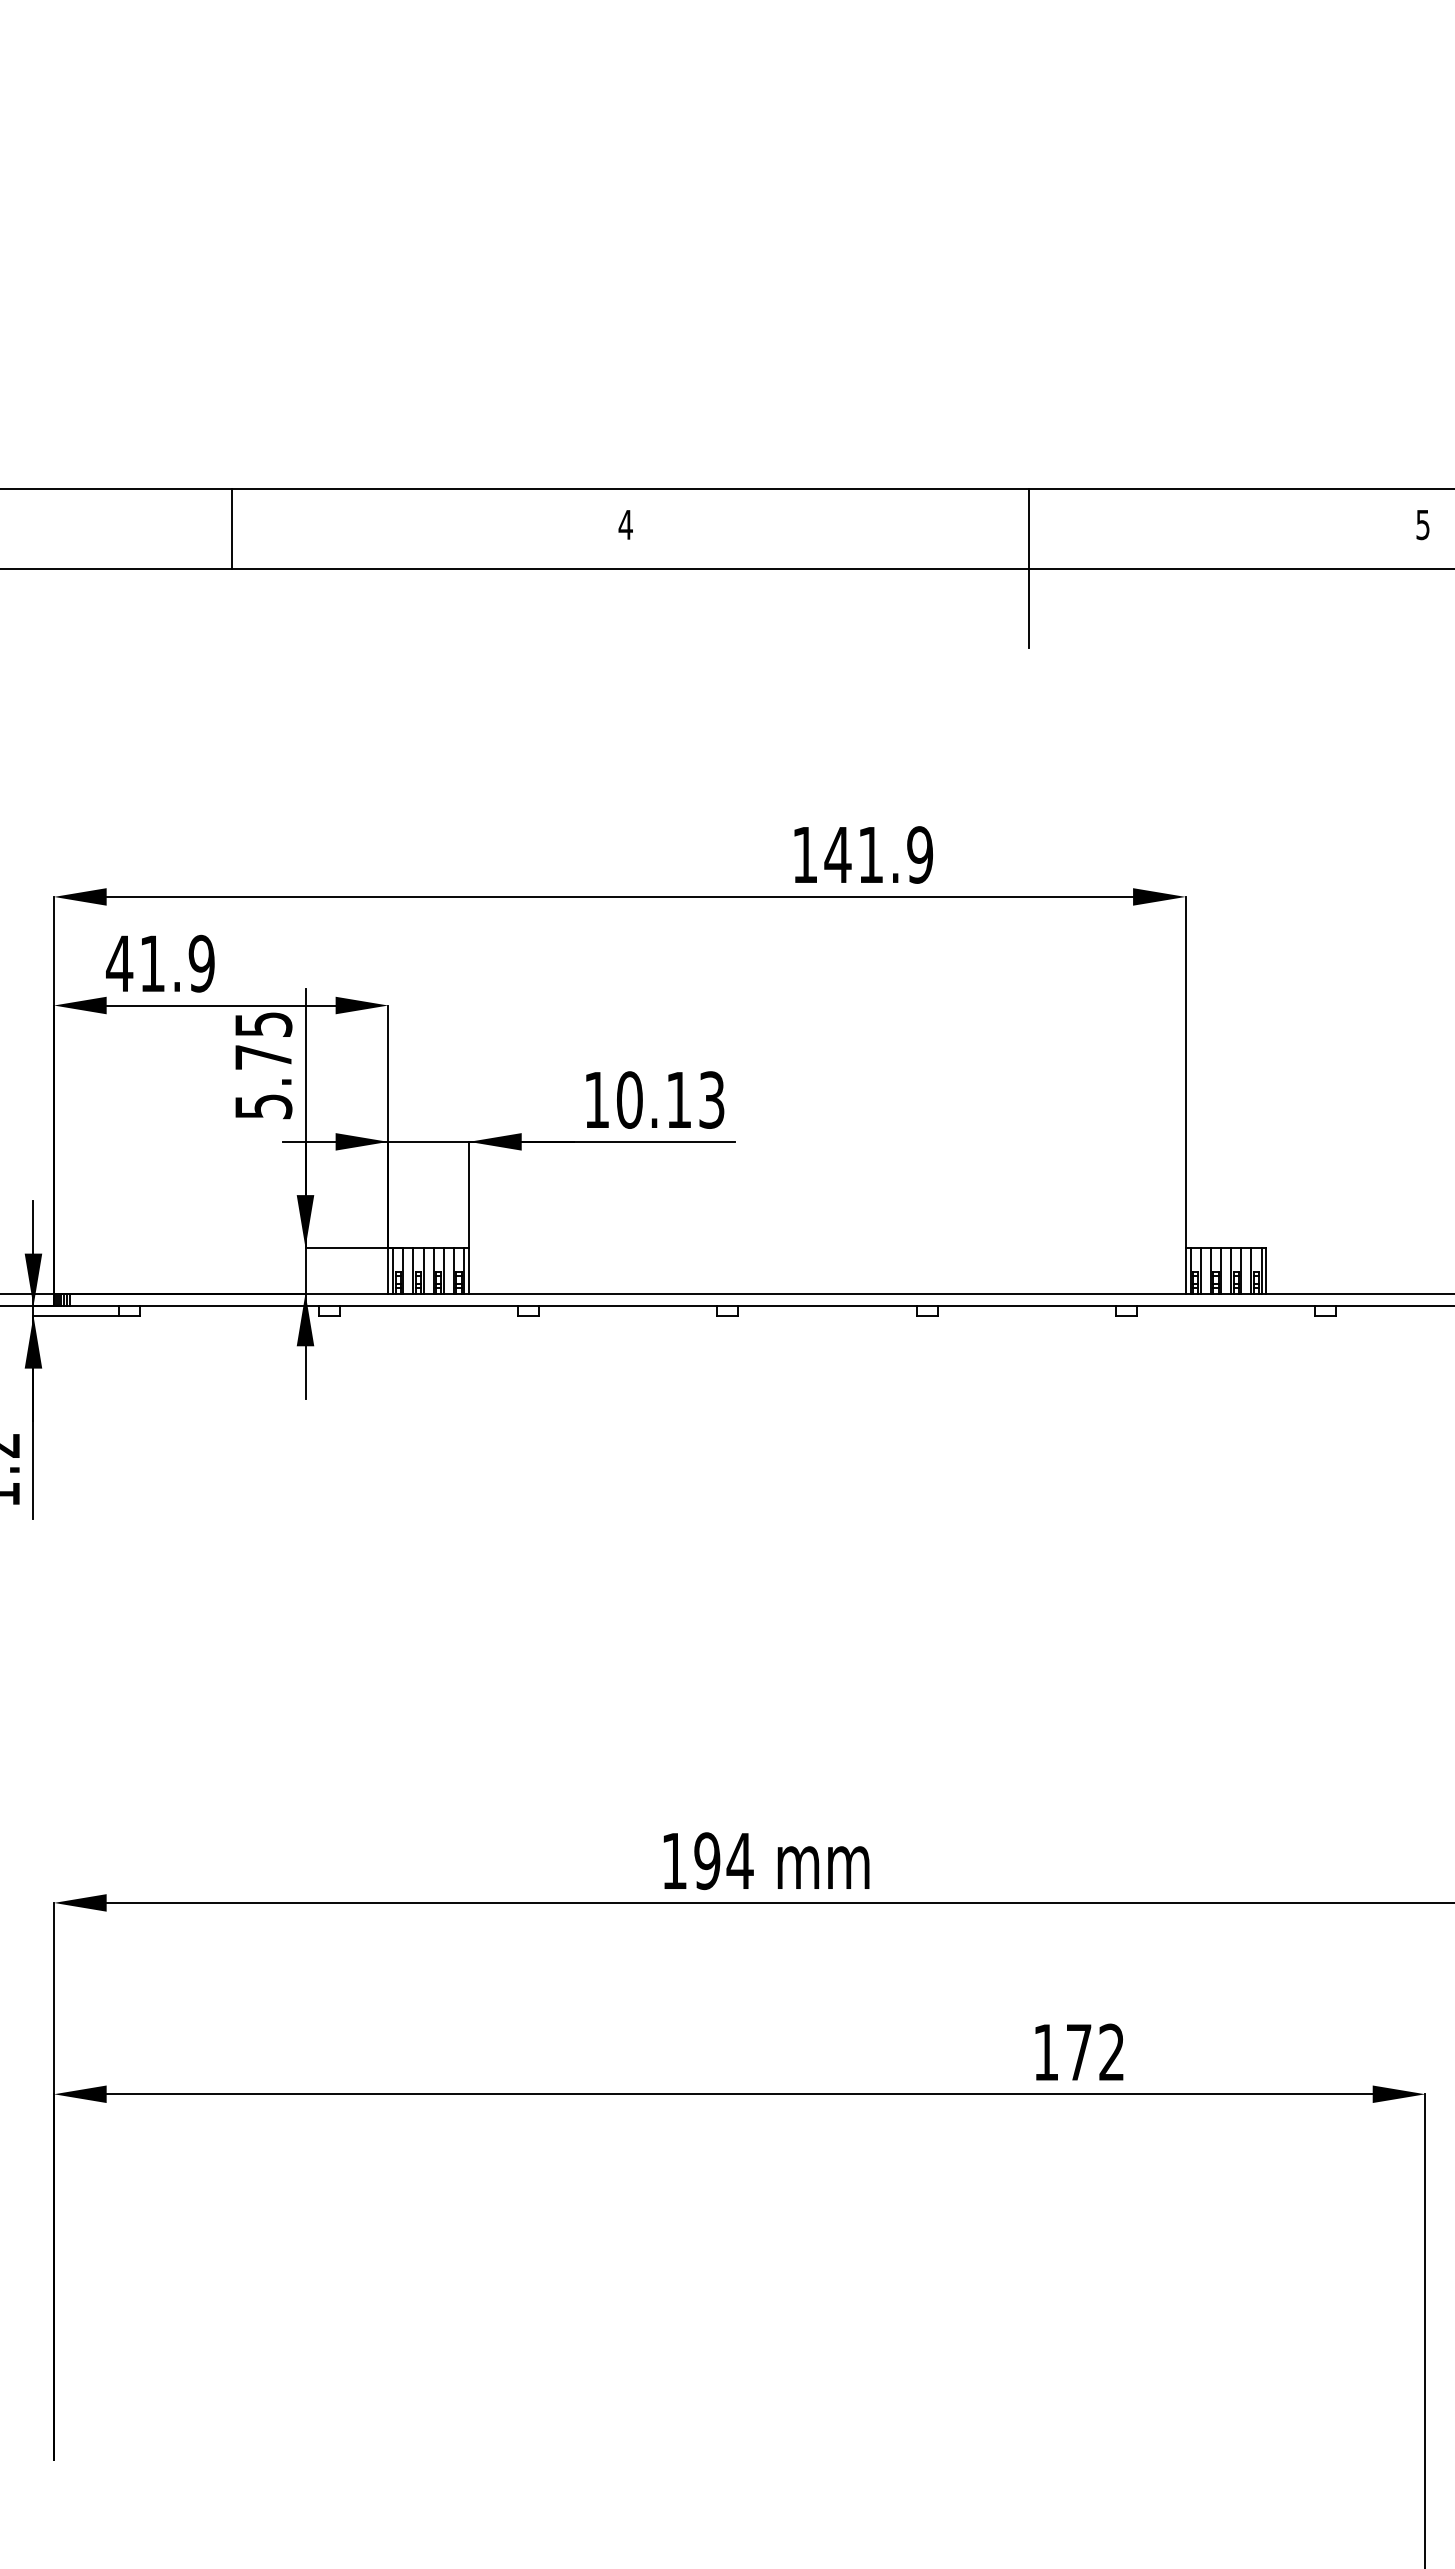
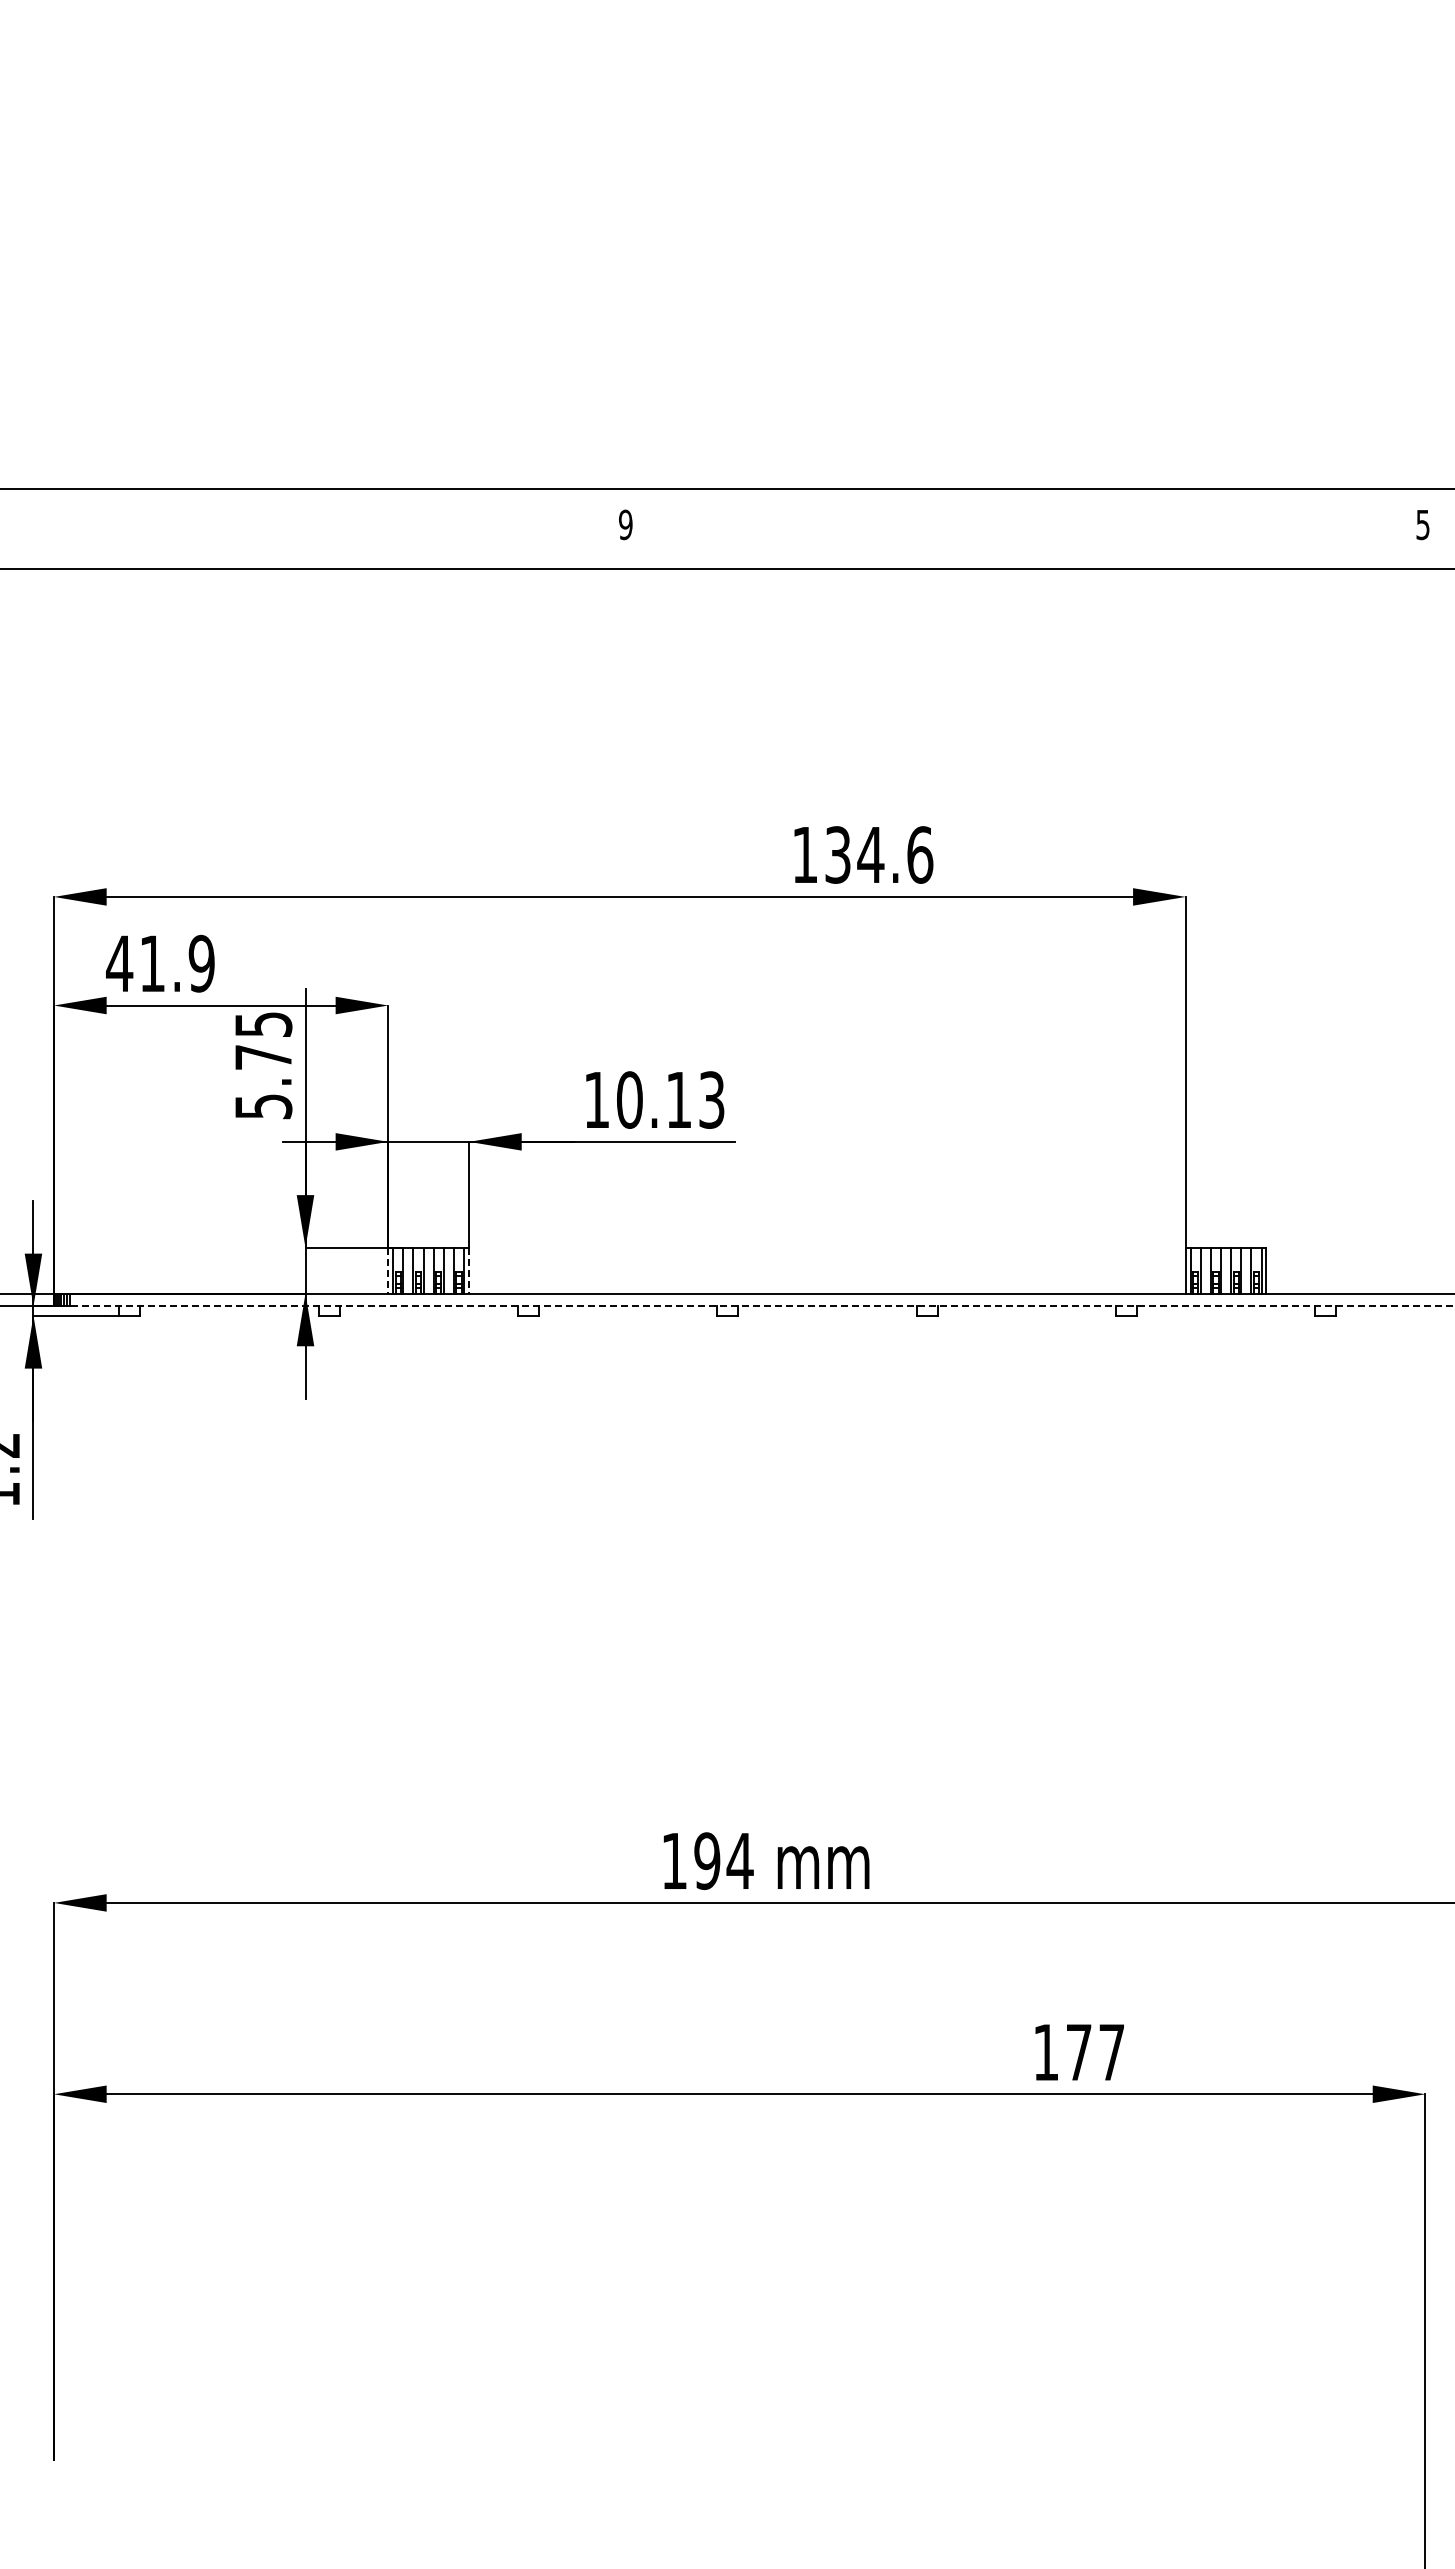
text at (625, 524): 4 -> 9
line at (231, 528): present -> none
line at (1029, 568): present -> none
text at (878, 854): 141.9 -> 134.6
line at (388, 1270): solid -> dashed
line at (469, 1270): solid -> dashed
line at (762, 1306): solid -> dashed
text at (1111, 2051): 172 -> 177
